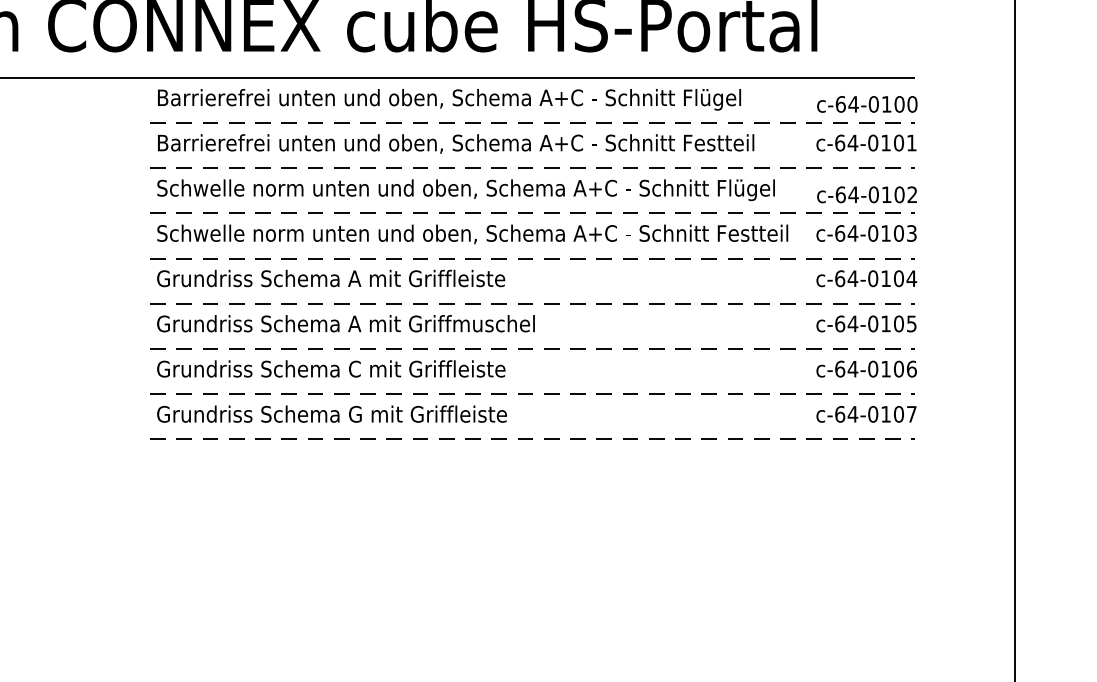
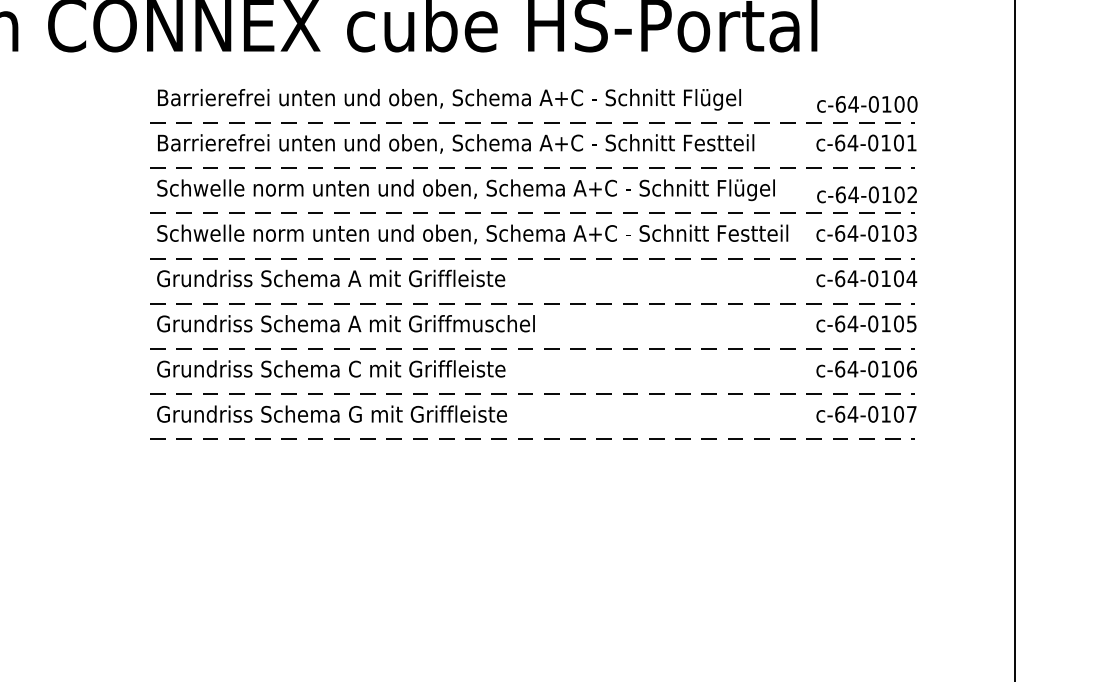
line at (458, 77): present -> none
